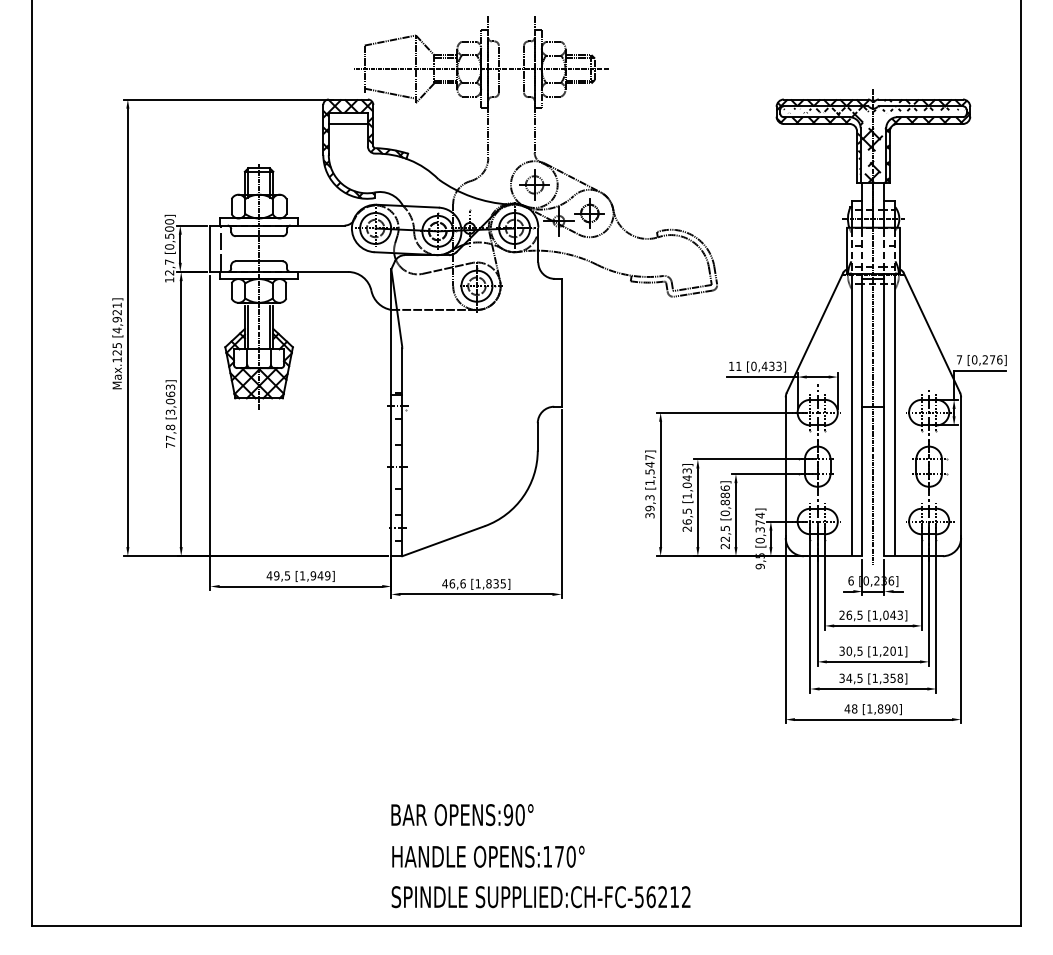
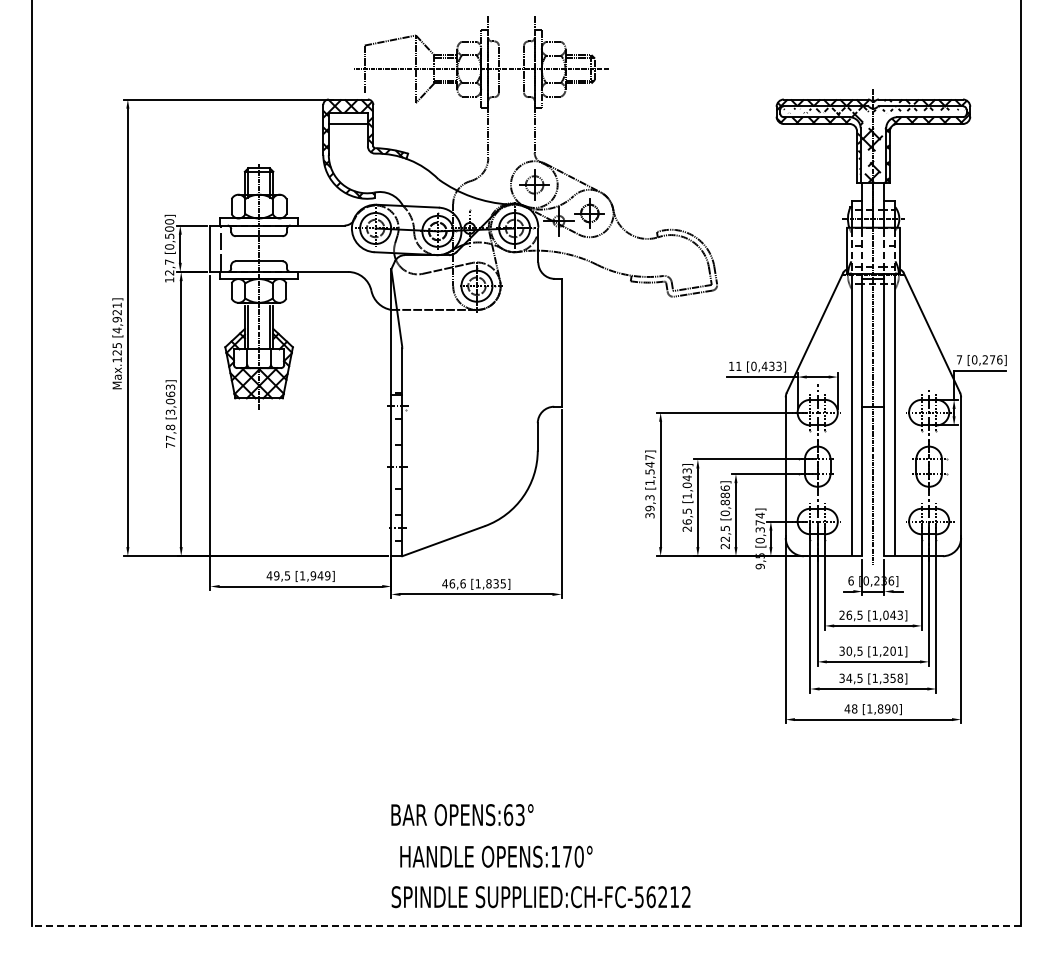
line at (389, 93): present -> none
text at (513, 815): OPENS:90° -> OPENS:63°
text at (488, 856) position: (488, 856) -> (496, 856)
line at (526, 926): solid -> dashed
